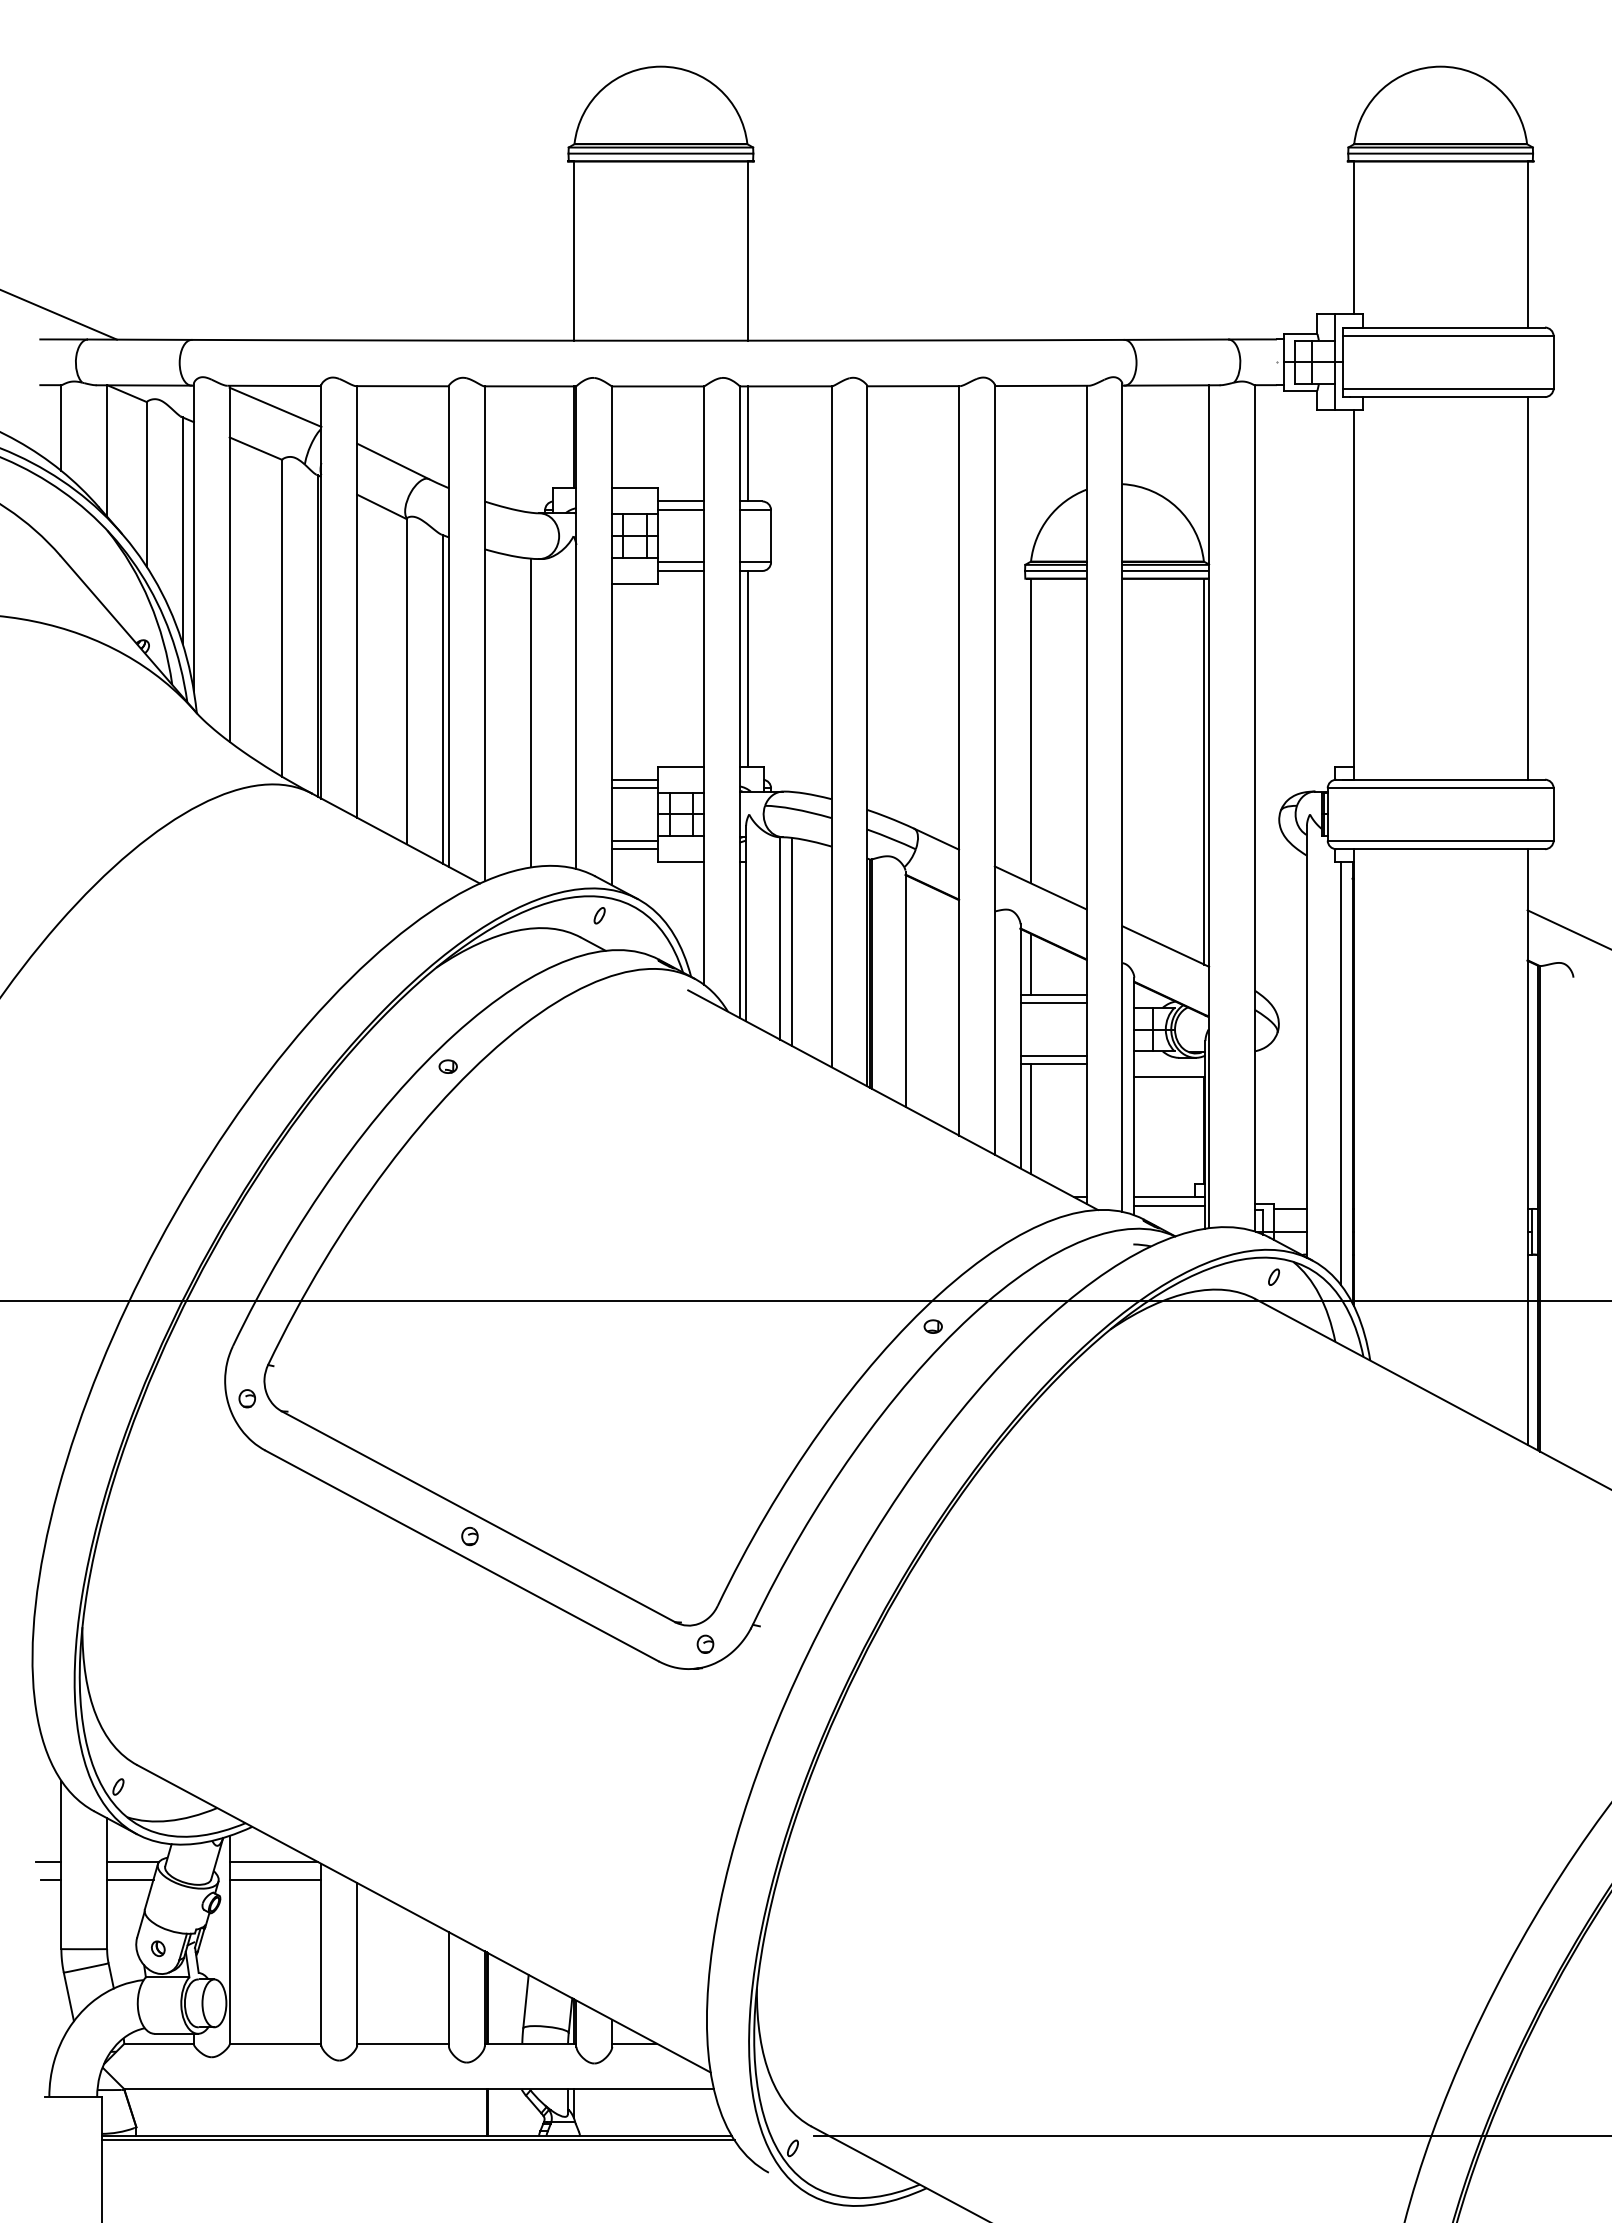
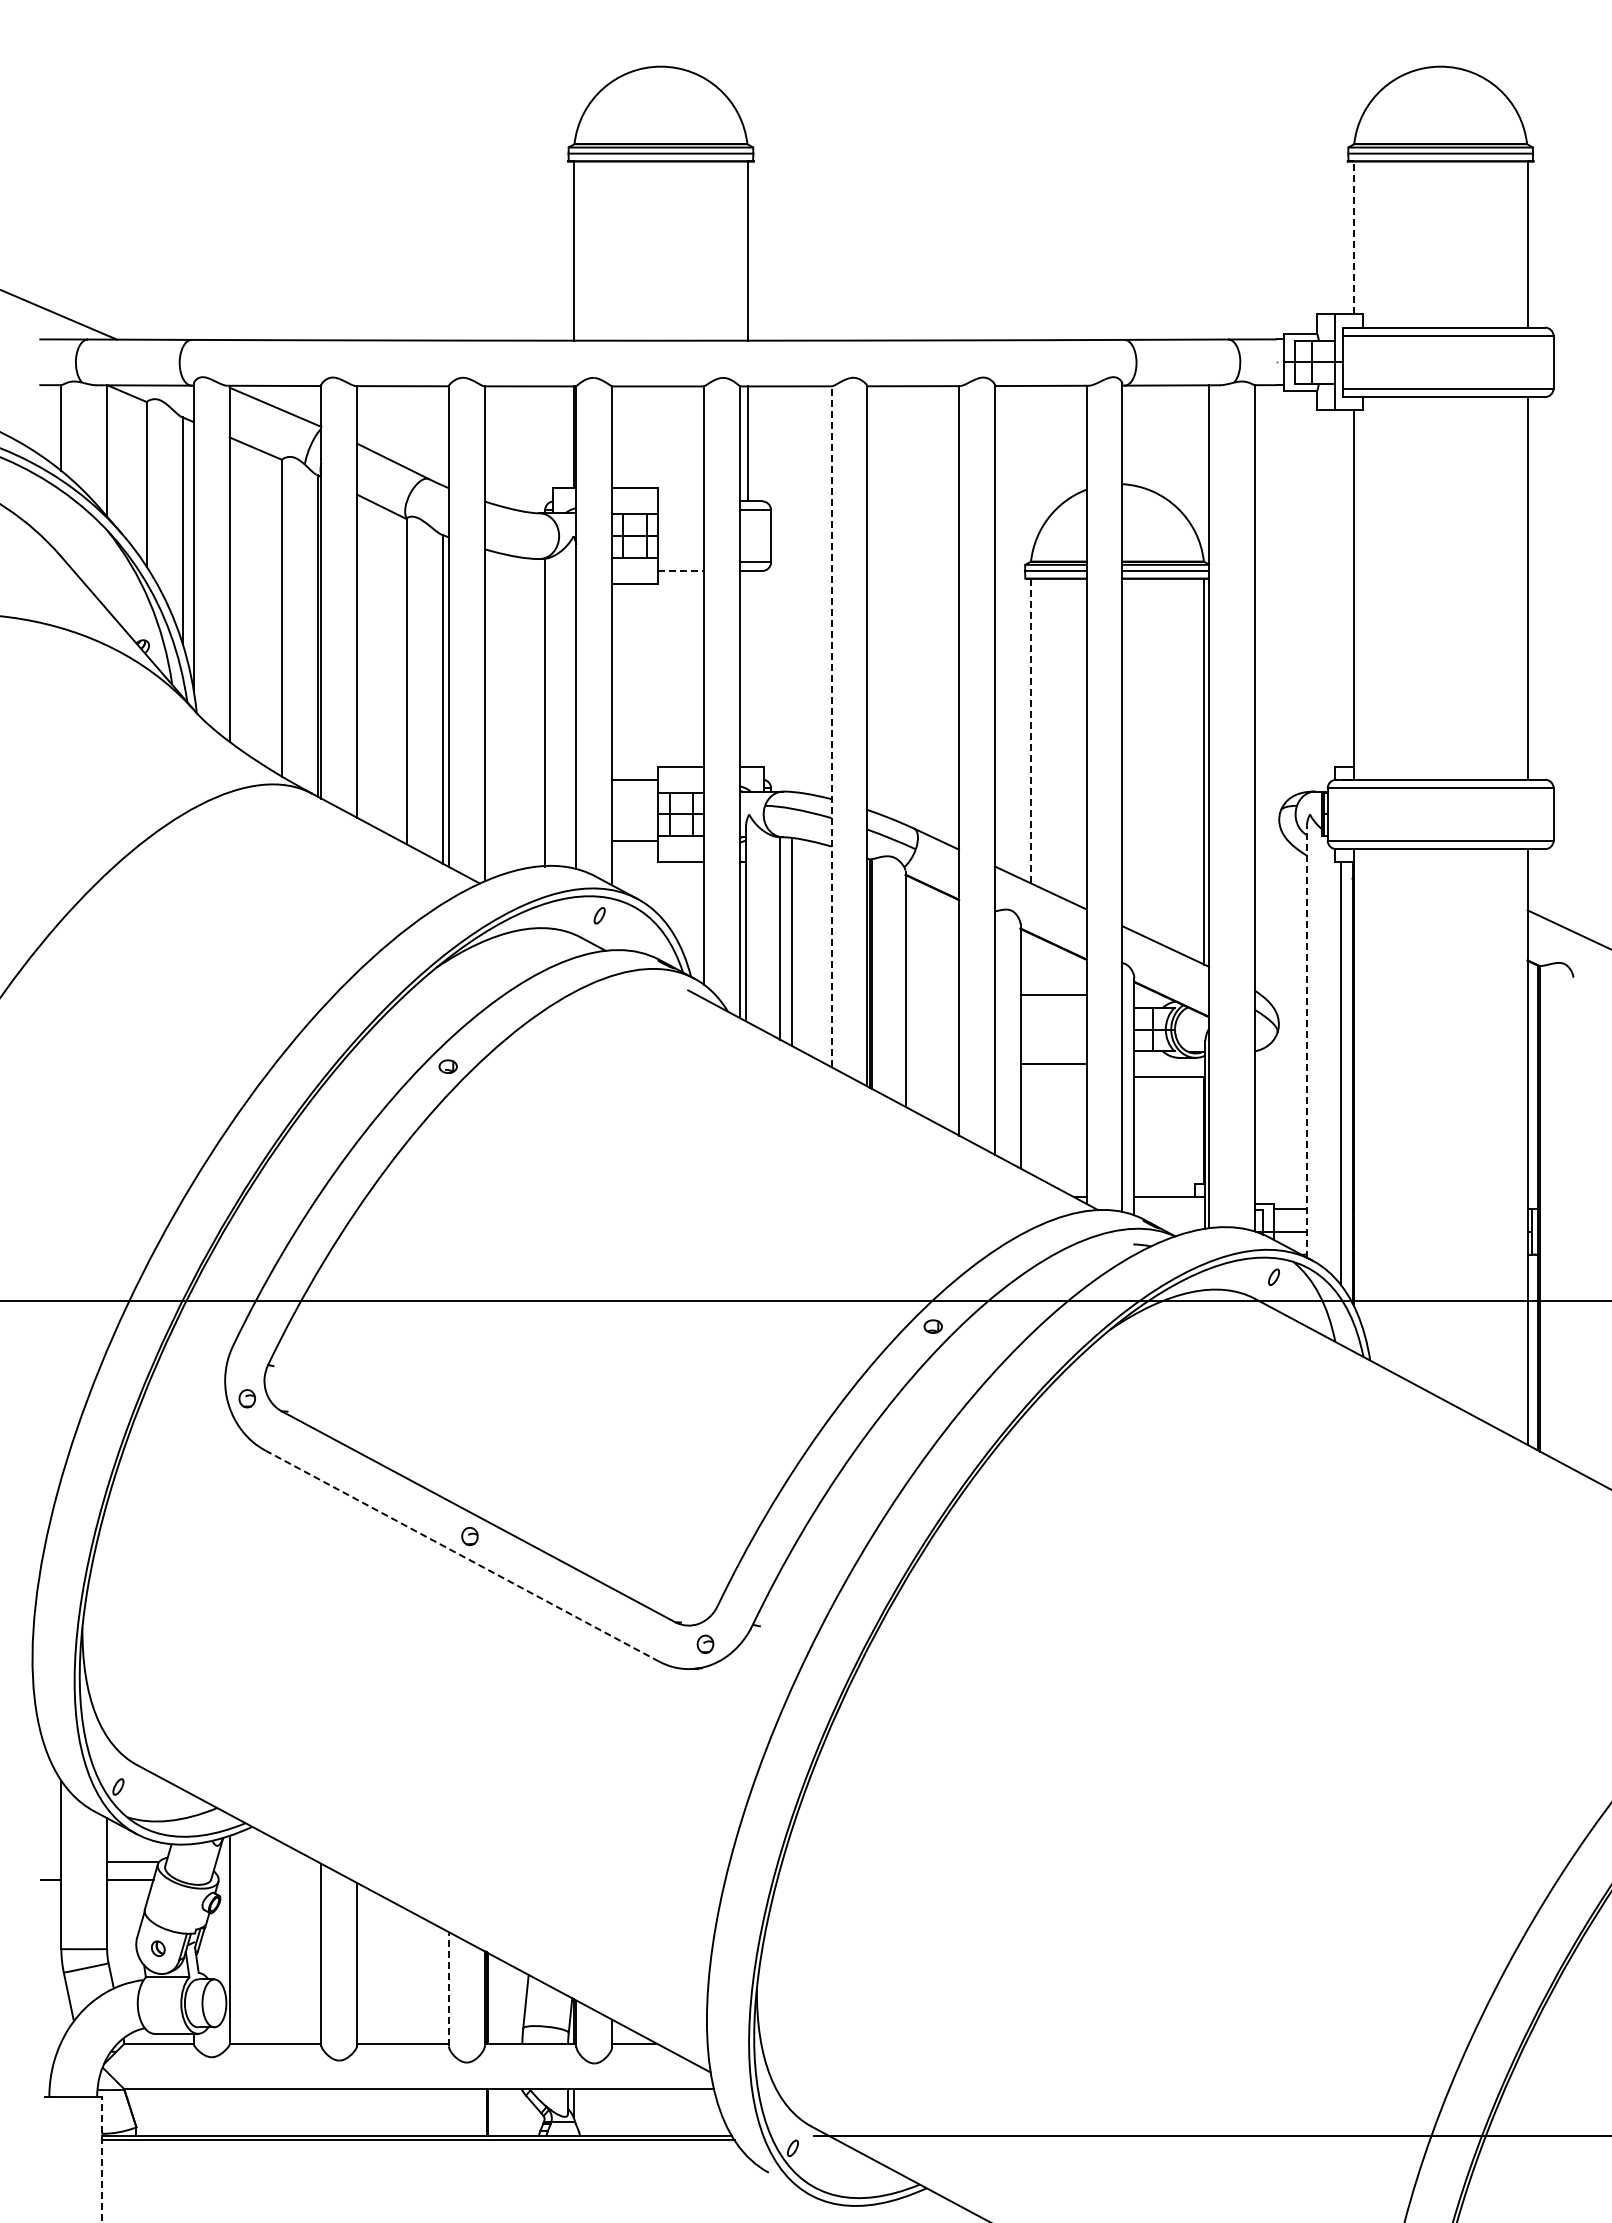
line at (1353, 237): solid -> dashed
line at (680, 501): present -> none
line at (680, 510): present -> none
line at (680, 562): present -> none
line at (681, 570): solid -> dashed
line at (747, 668): present -> none
line at (530, 712) position: (530, 712) -> (544, 712)
line at (831, 726): solid -> dashed
line at (1030, 730): solid -> dashed
line at (635, 788): present -> none
line at (635, 849): present -> none
line at (1030, 963): present -> none
line at (1053, 1003): present -> none
line at (1306, 1041): solid -> dashed
line at (1053, 1055): present -> none
line at (1030, 1118): present -> none
line at (1169, 1205): present -> none
line at (462, 1556): solid -> dashed
line at (48, 1862): present -> none
line at (273, 1862): present -> none
line at (275, 1879): present -> none
line at (448, 1988): solid -> dashed
line at (101, 2159): solid -> dashed
